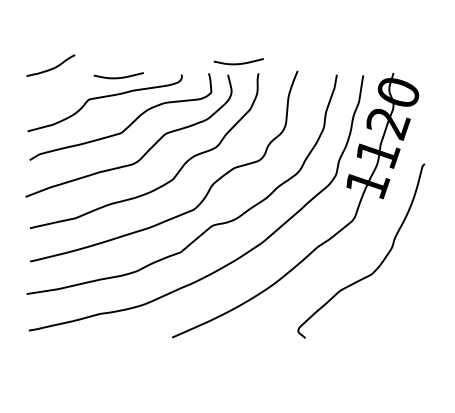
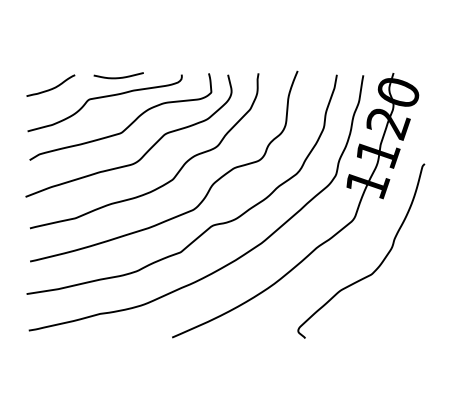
curve at (238, 63): present -> none
curve at (52, 67) position: (52, 67) -> (52, 87)
